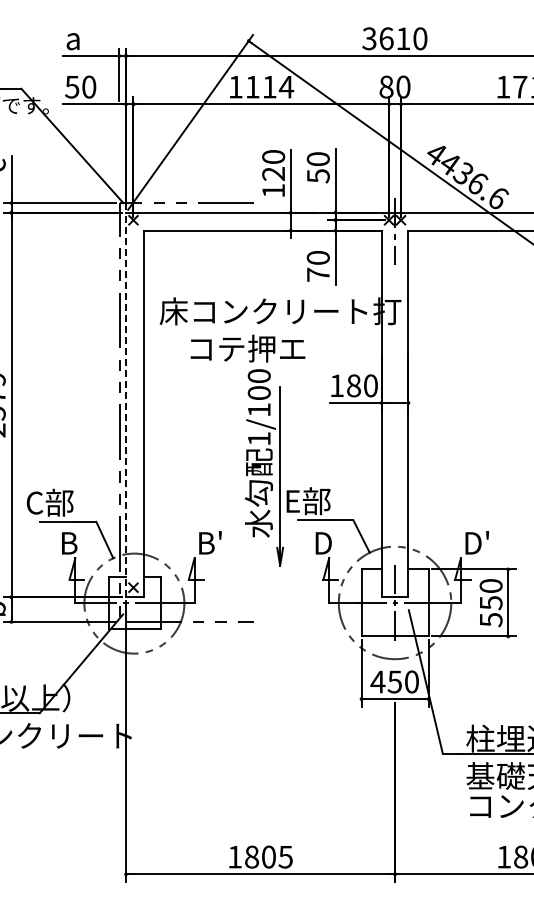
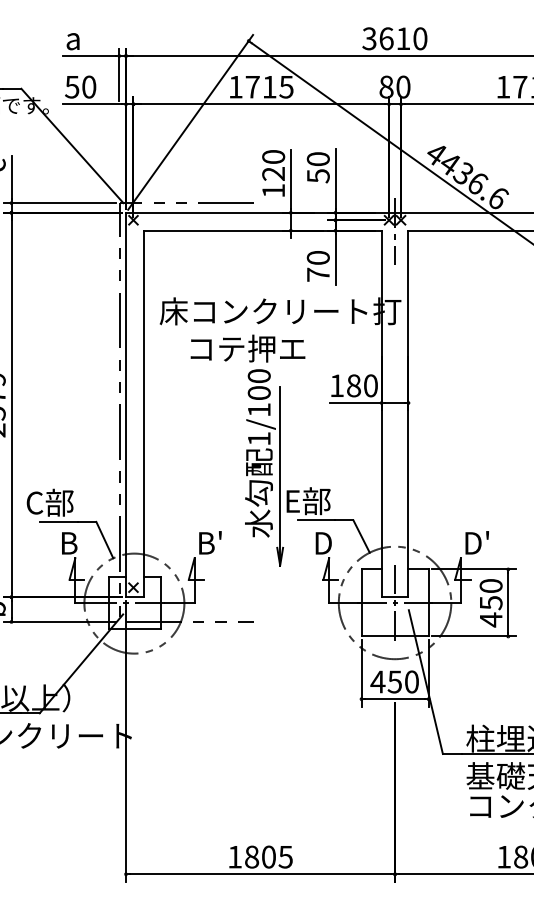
text at (269, 87): 1114 -> 1715
line at (126, 404): dashed -> solid
text at (491, 619): 550 -> 450
